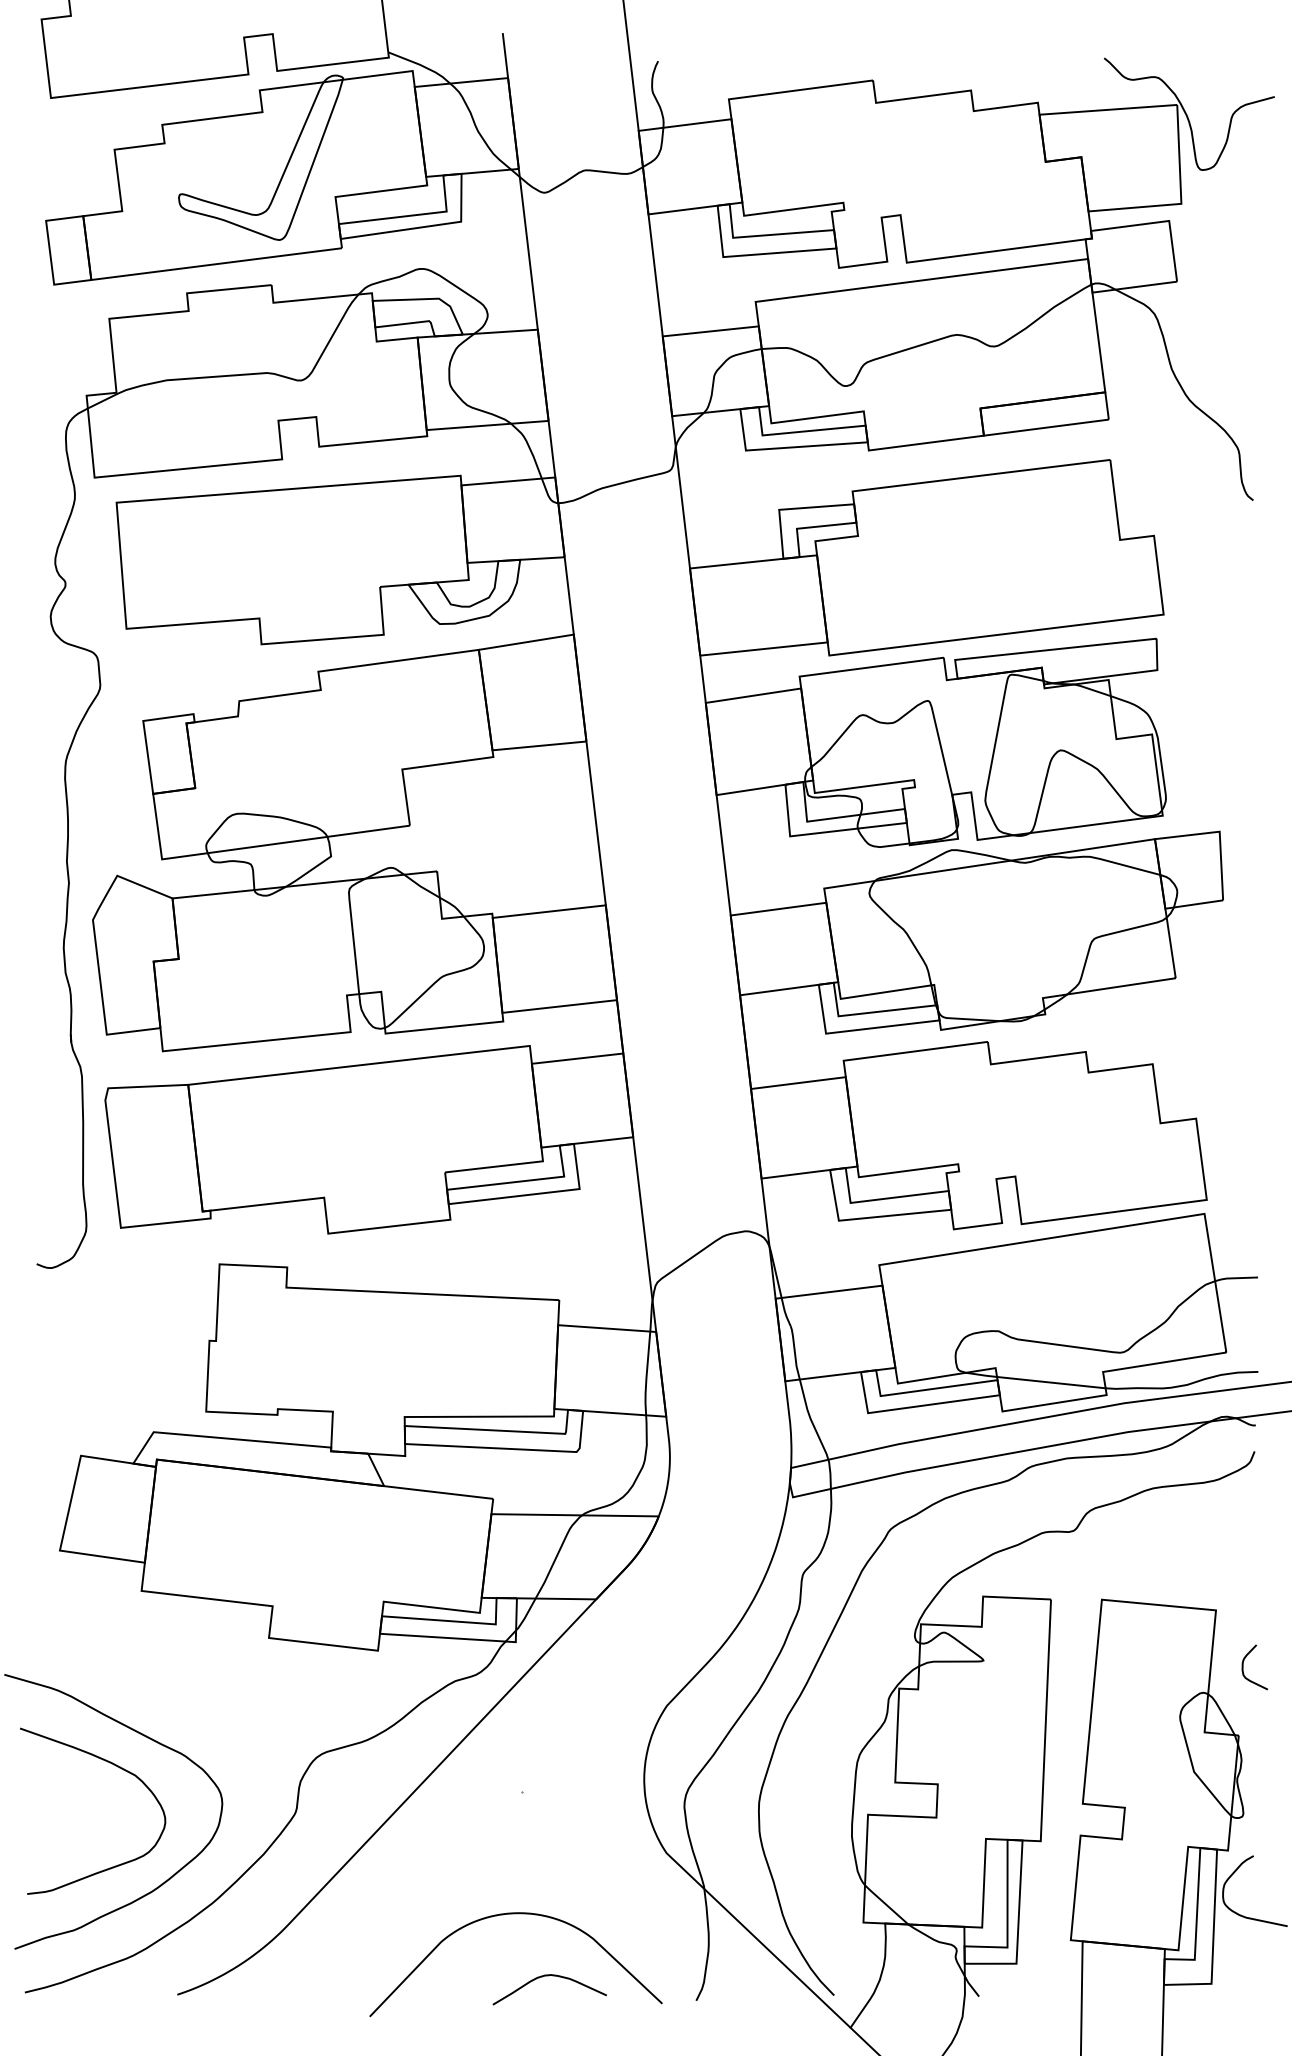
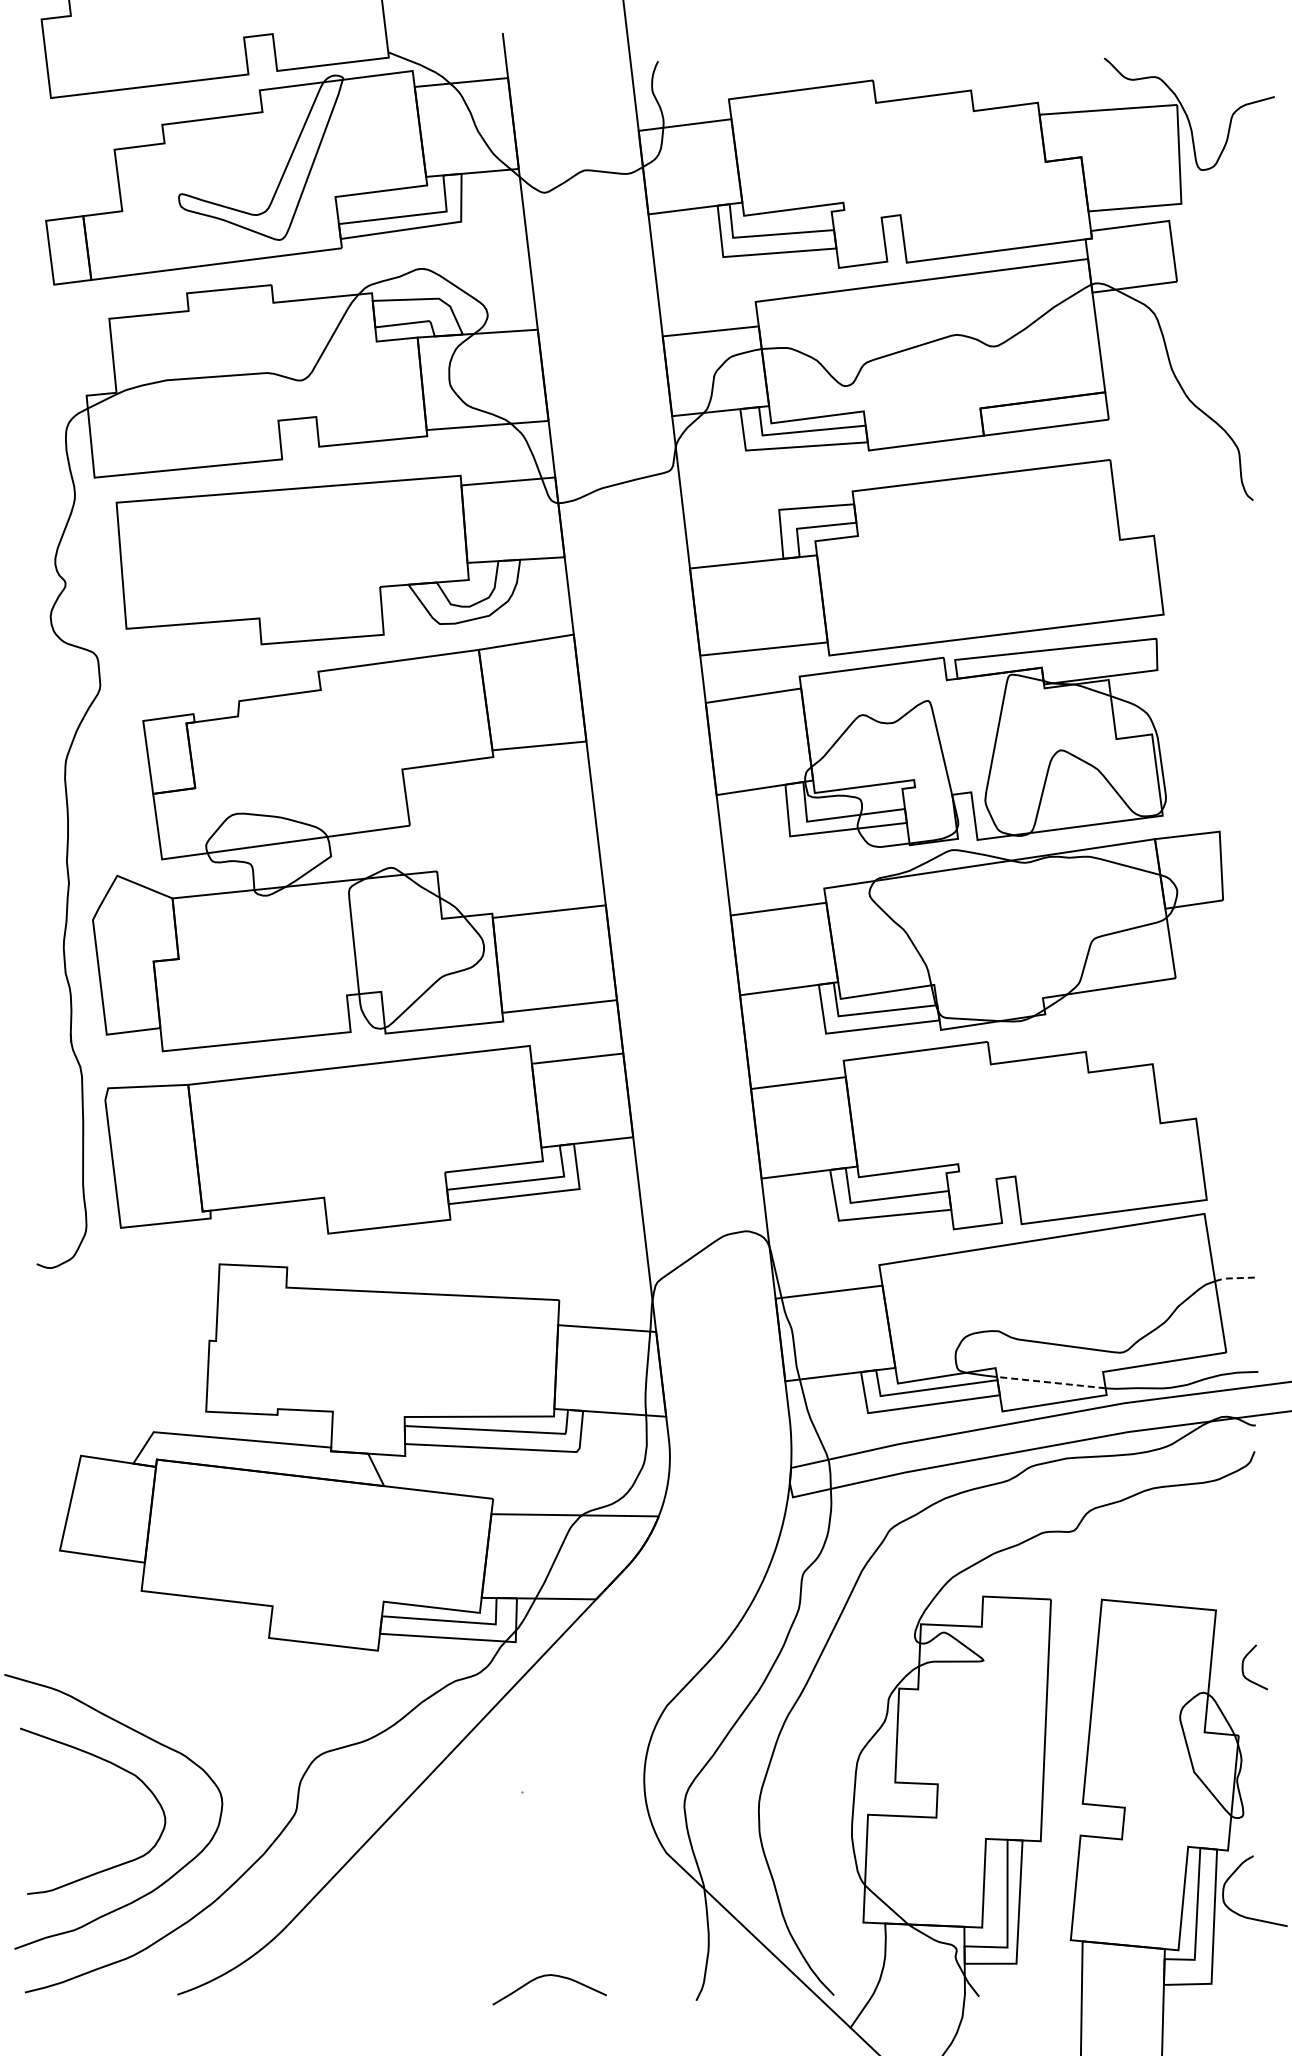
line at (1235, 1278): solid -> dashed
line at (1051, 1382): solid -> dashed
curve at (515, 1914): present -> none
